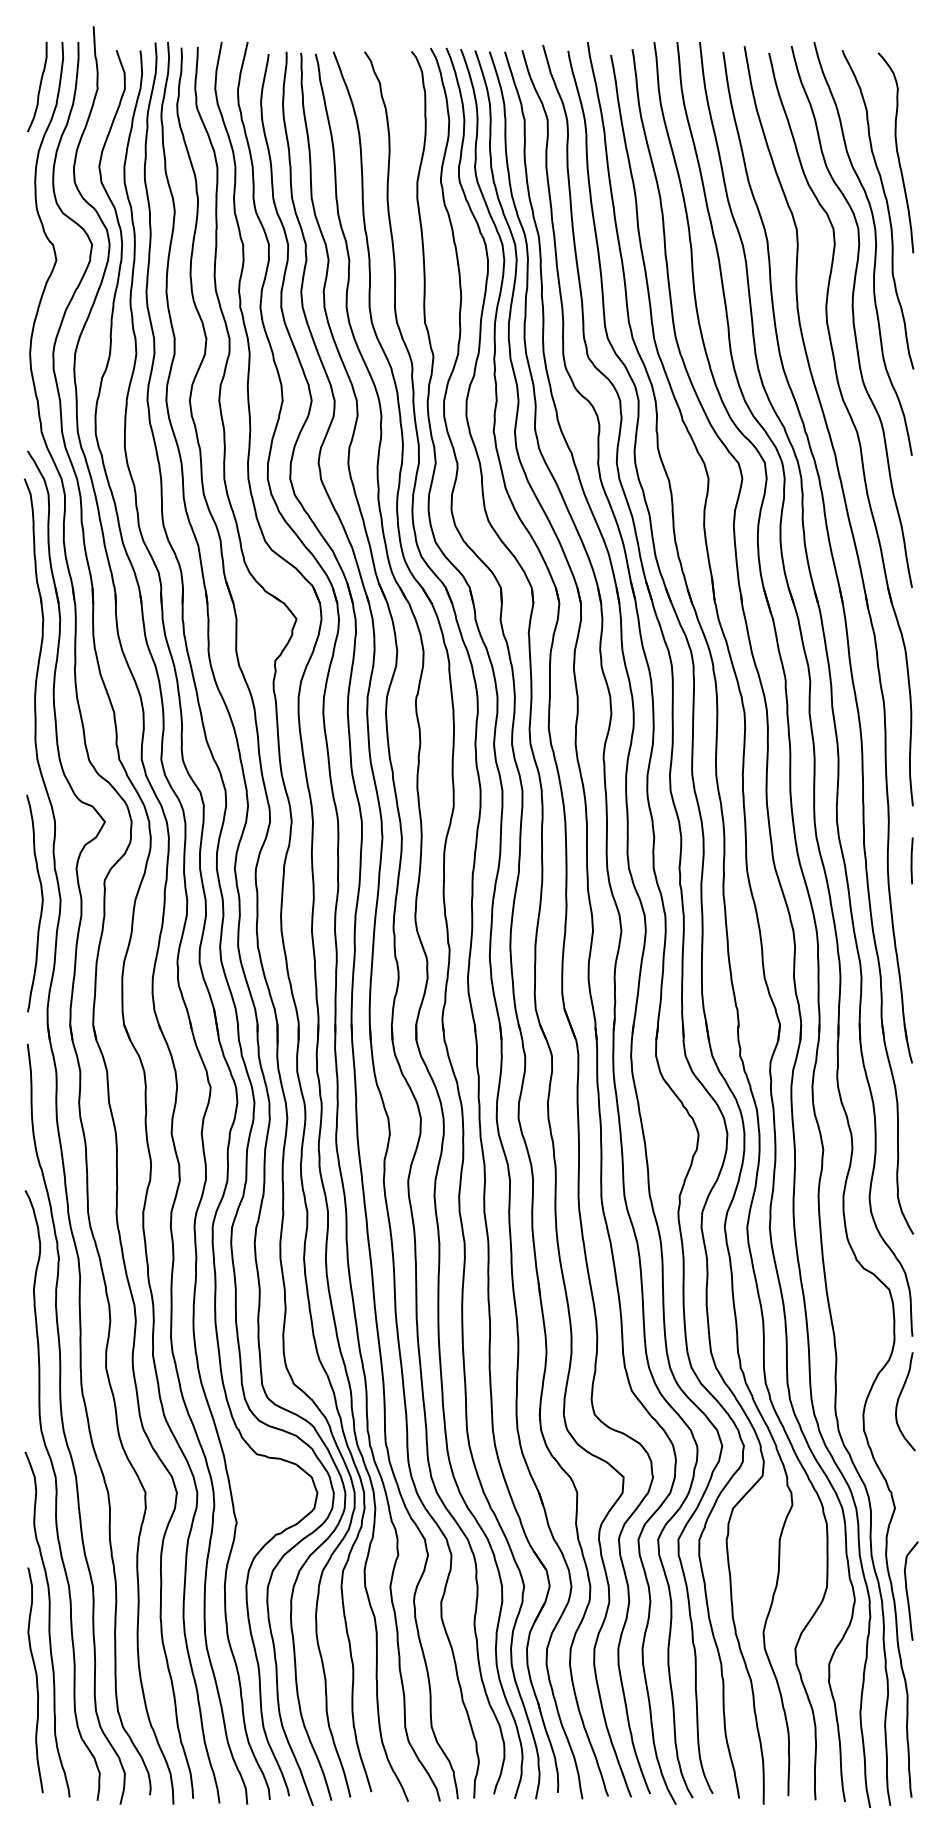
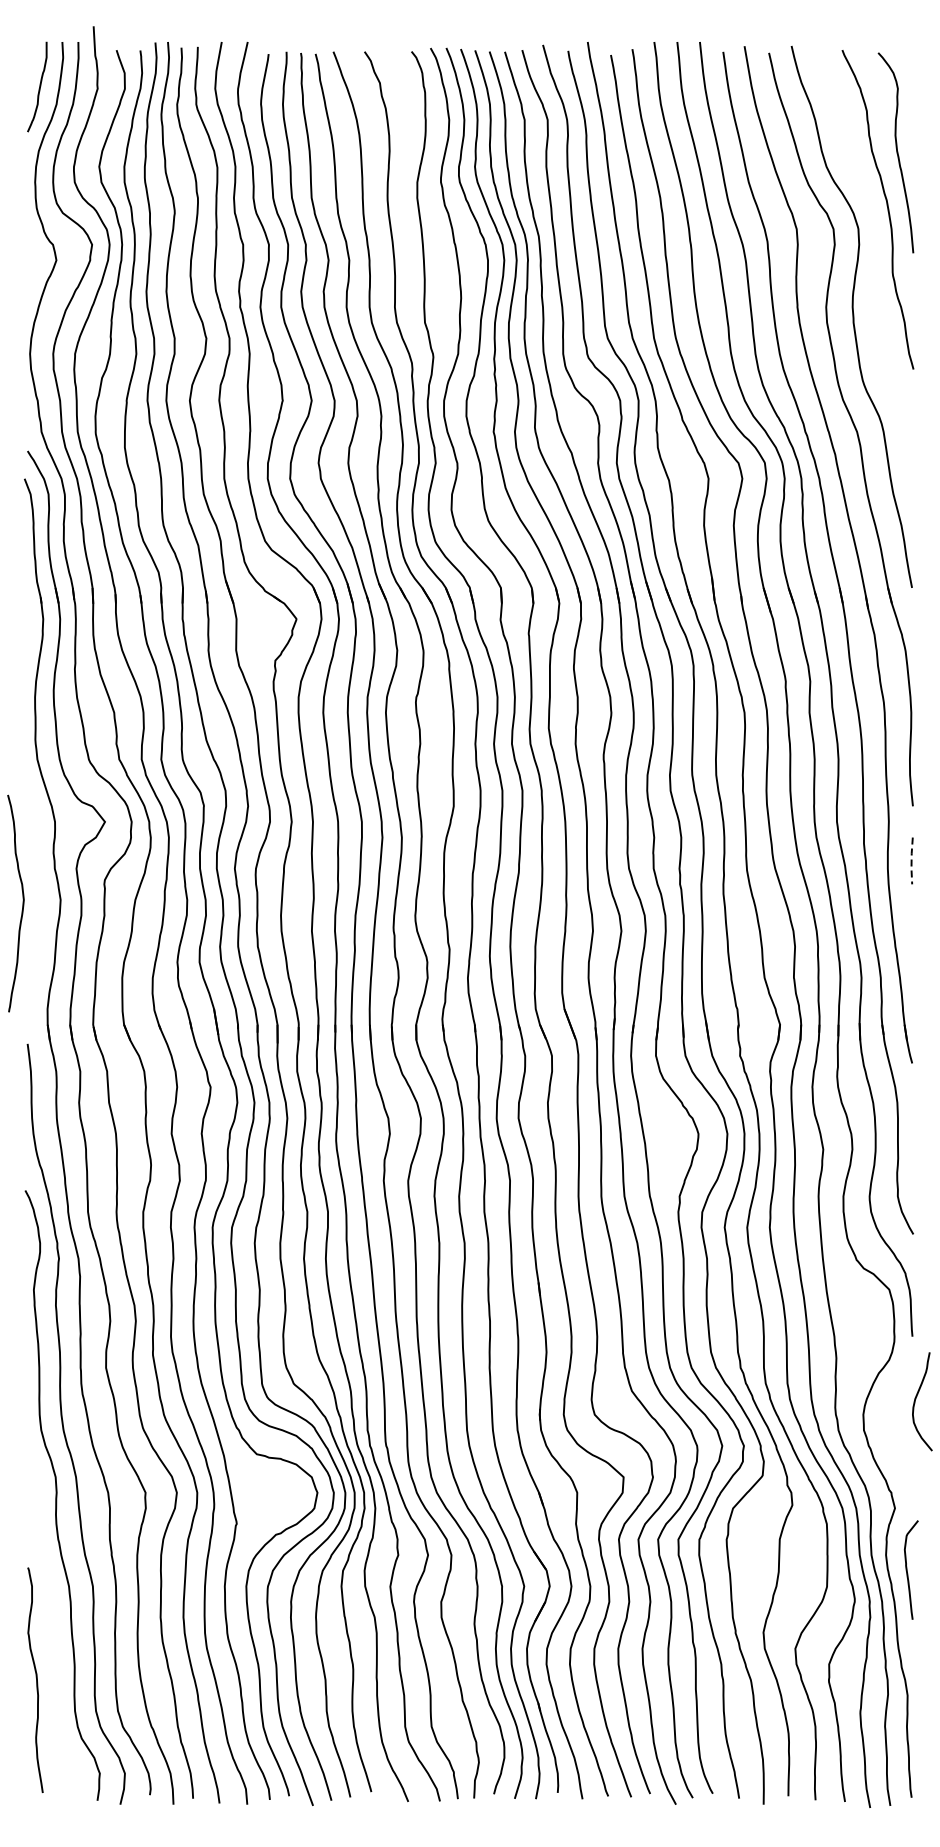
curve at (874, 251): present -> none
line at (911, 860): solid -> dashed
curve at (41, 903) position: (41, 903) -> (22, 903)
curve at (899, 1399) position: (899, 1399) -> (916, 1399)
curve at (907, 1590) position: (907, 1590) -> (907, 1569)
curve at (48, 1624): present -> none
